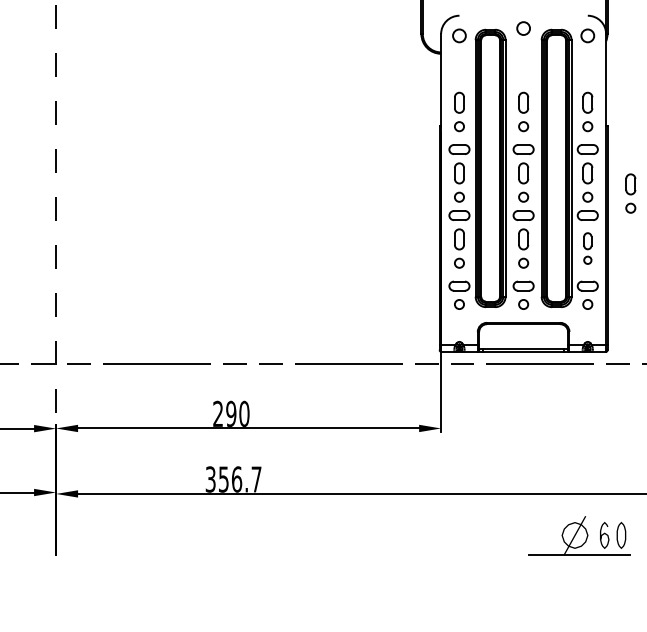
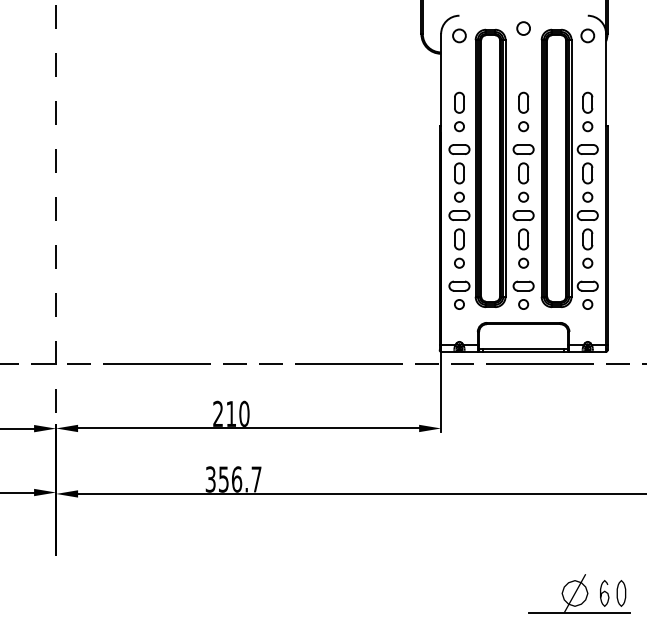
part at (630, 193): present -> none
part at (587, 248) size: 10x33 px -> 12x41 px
text at (231, 413): 290 -> 210
part at (579, 535) position: (579, 535) -> (579, 593)
